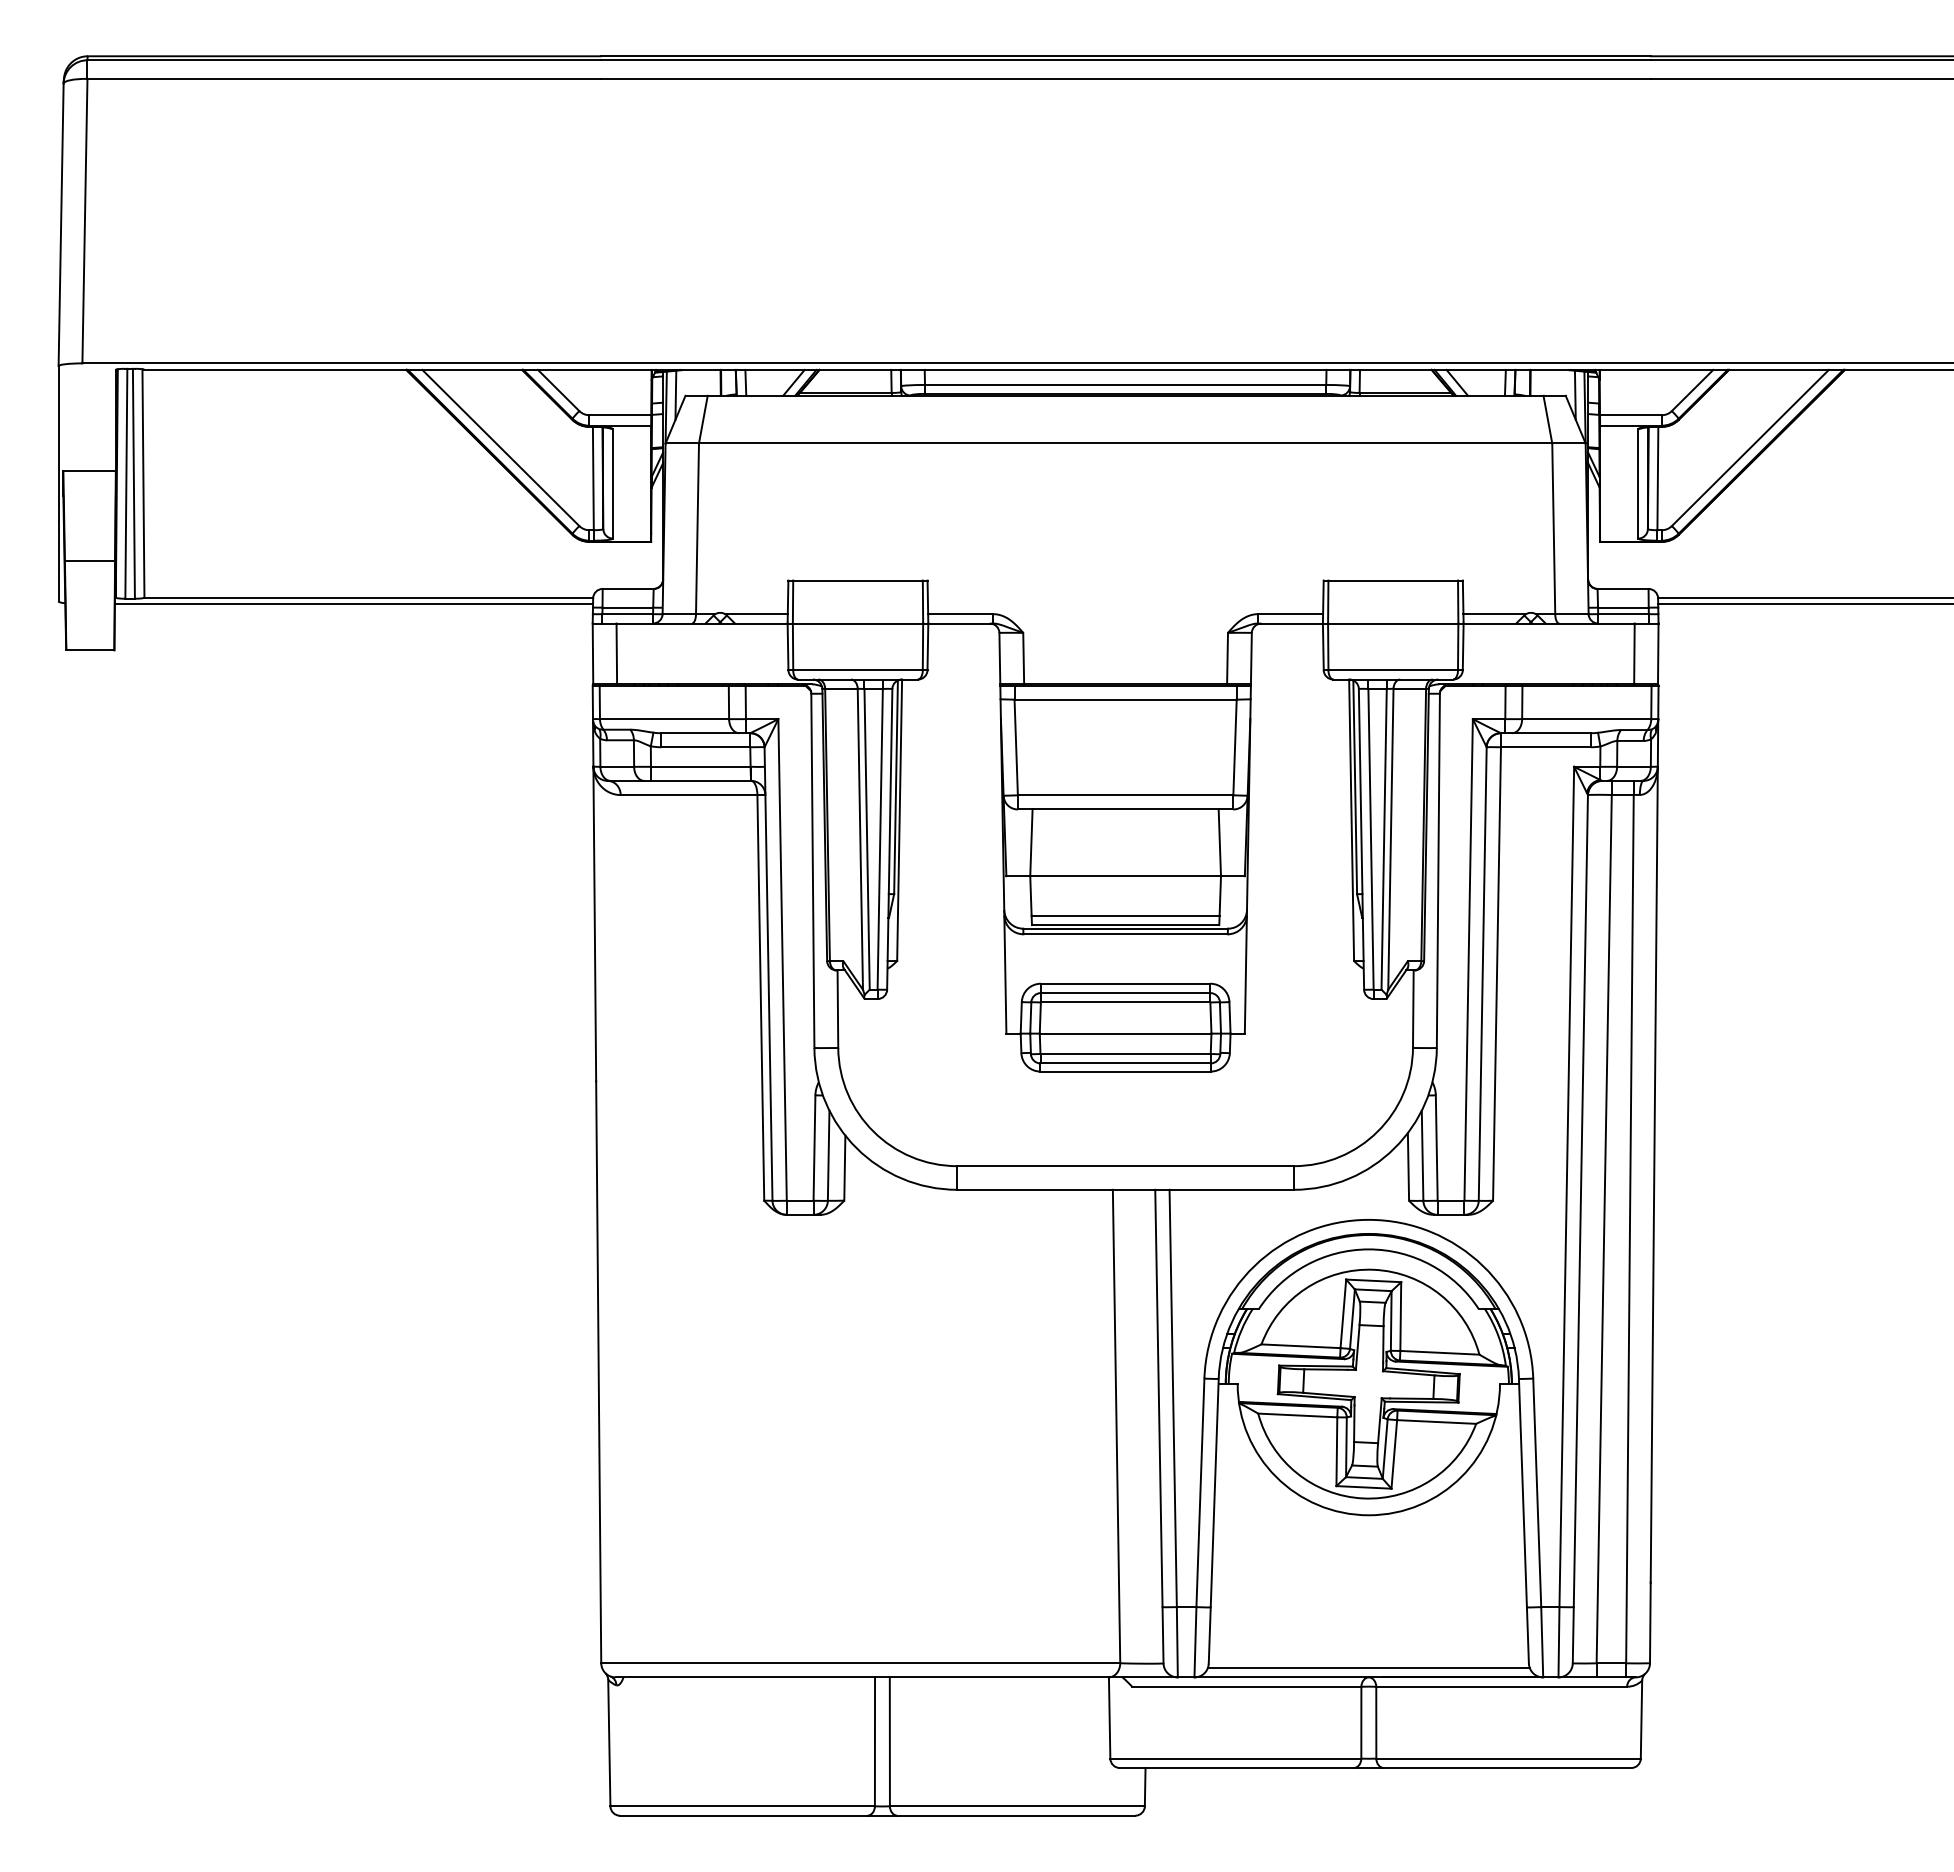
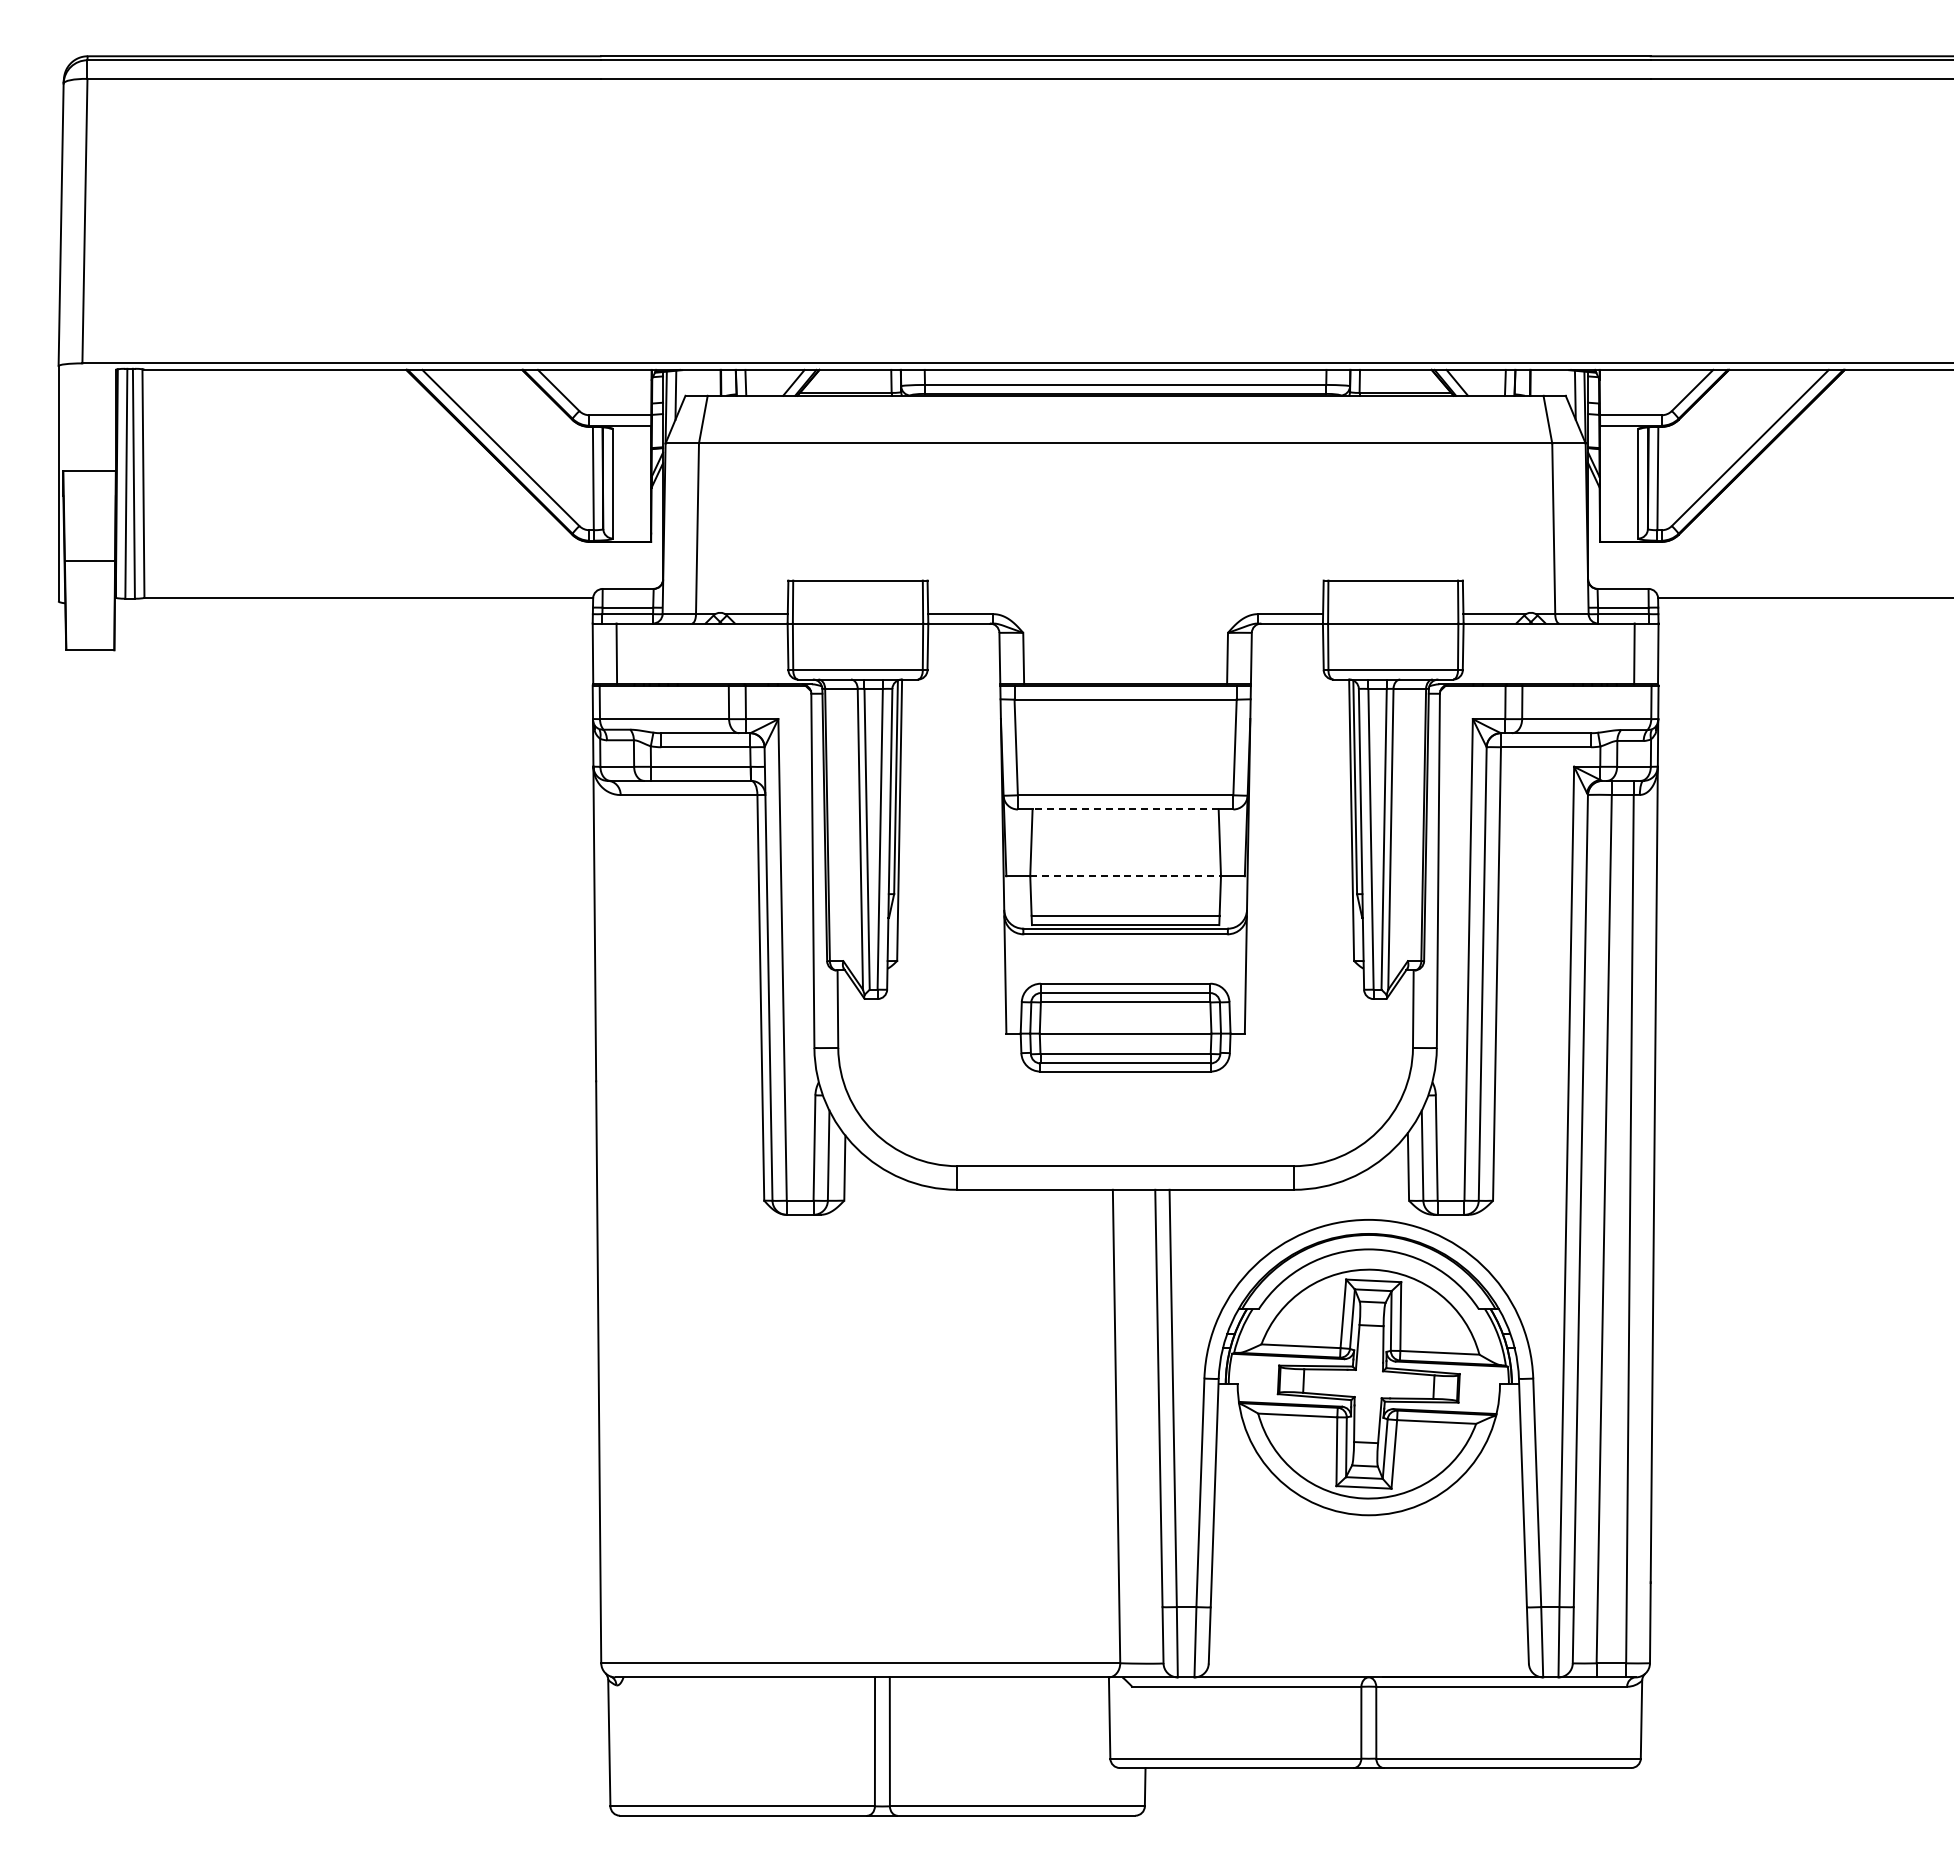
line at (353, 604): present -> none
line at (1804, 604): present -> none
line at (1125, 809): solid -> dashed
line at (1126, 876): solid -> dashed
line at (1368, 1668): present -> none
